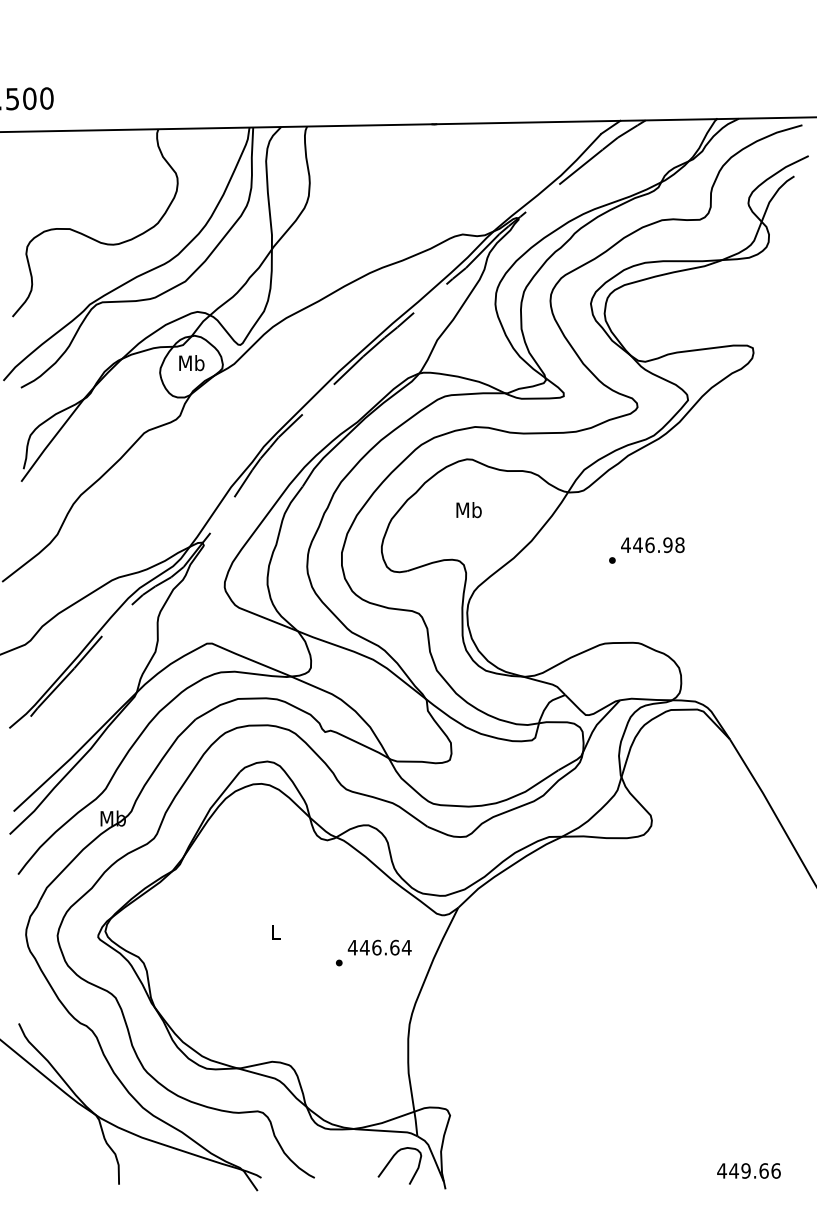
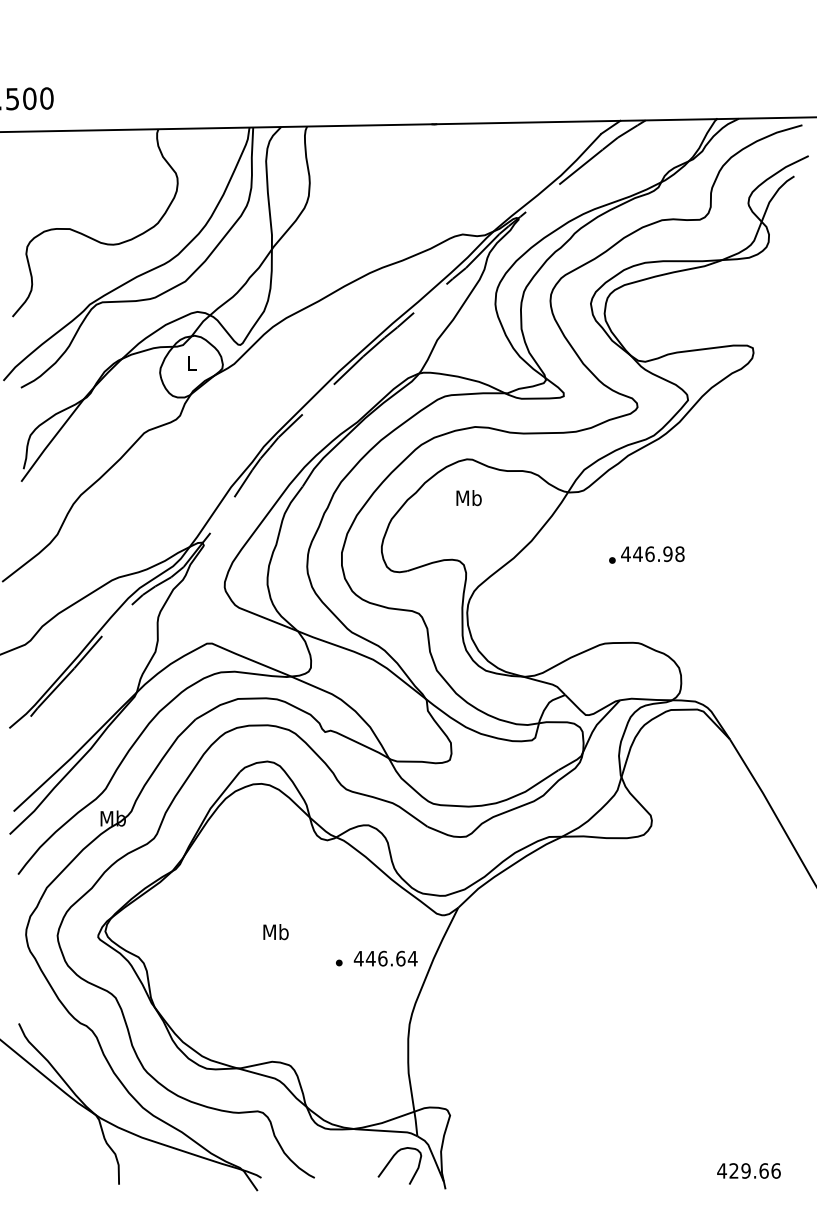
text at (191, 363): Mb -> L
text at (468, 510) position: (468, 510) -> (468, 498)
text at (652, 545) position: (652, 545) -> (652, 554)
text at (275, 932): L -> Mb
text at (379, 947) position: (379, 947) -> (385, 958)
text at (734, 1170): 449.66 -> 429.66
